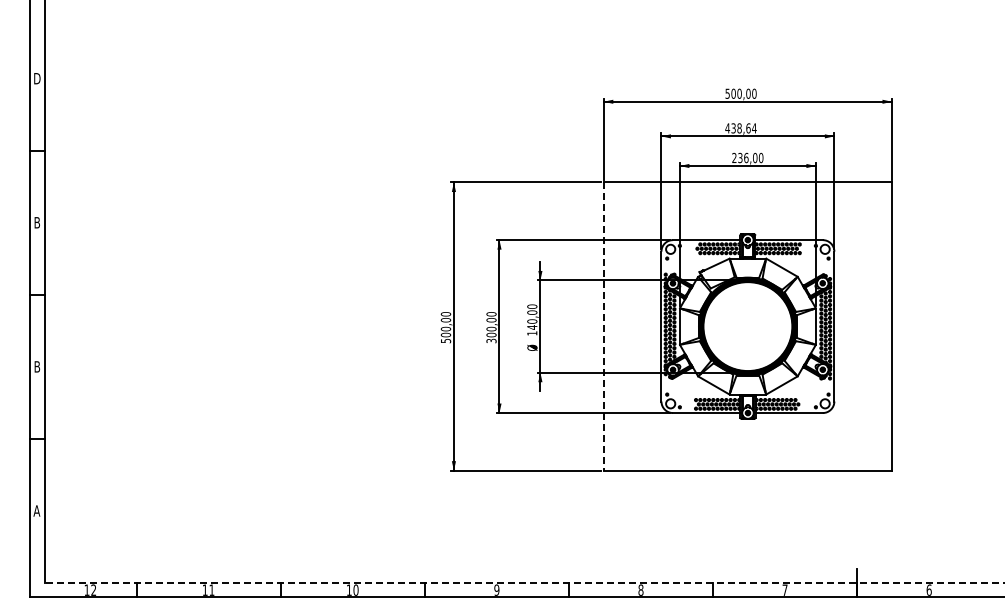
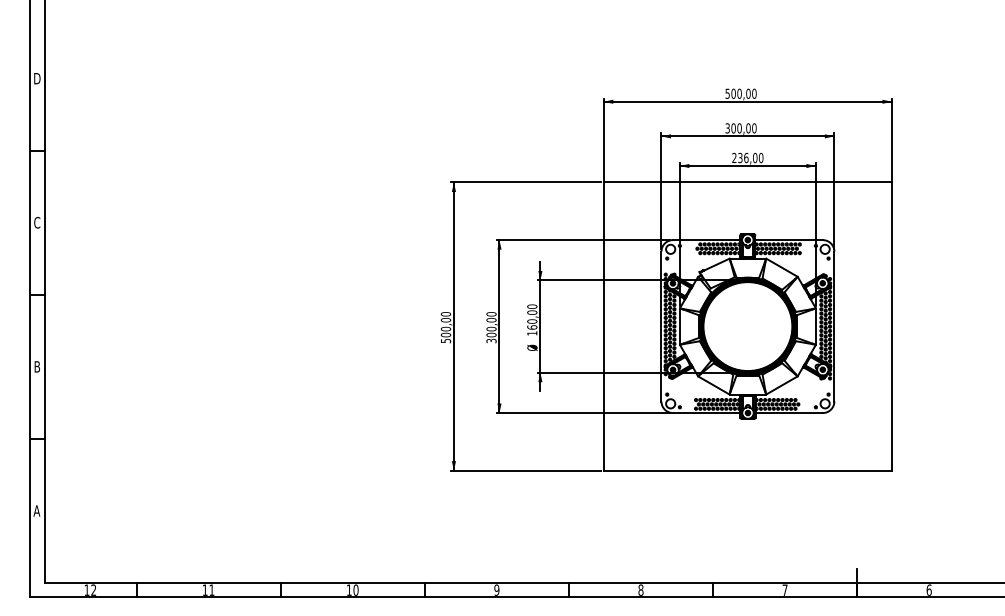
text at (740, 128): 438,64 -> 300,00
text at (37, 222): B -> C
text at (532, 327): 140,00 -> 160,00
line at (603, 327): dashed -> solid
line at (524, 583): dashed -> solid
